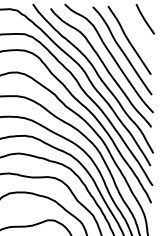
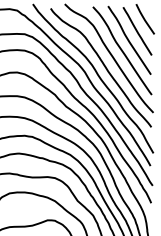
line at (137, 31): none -> present
